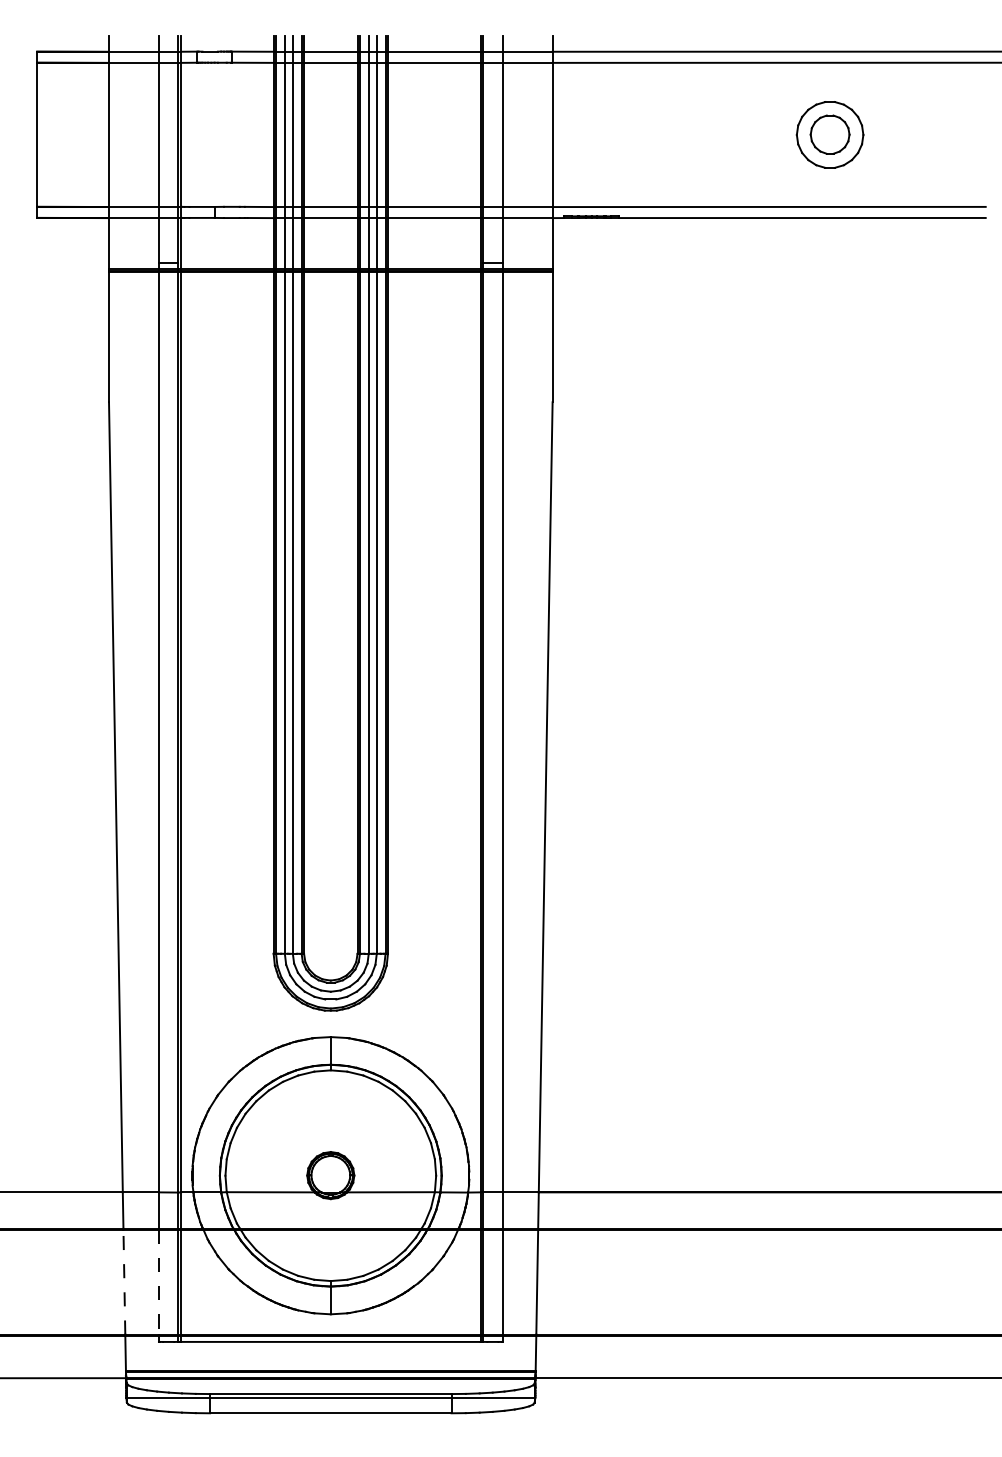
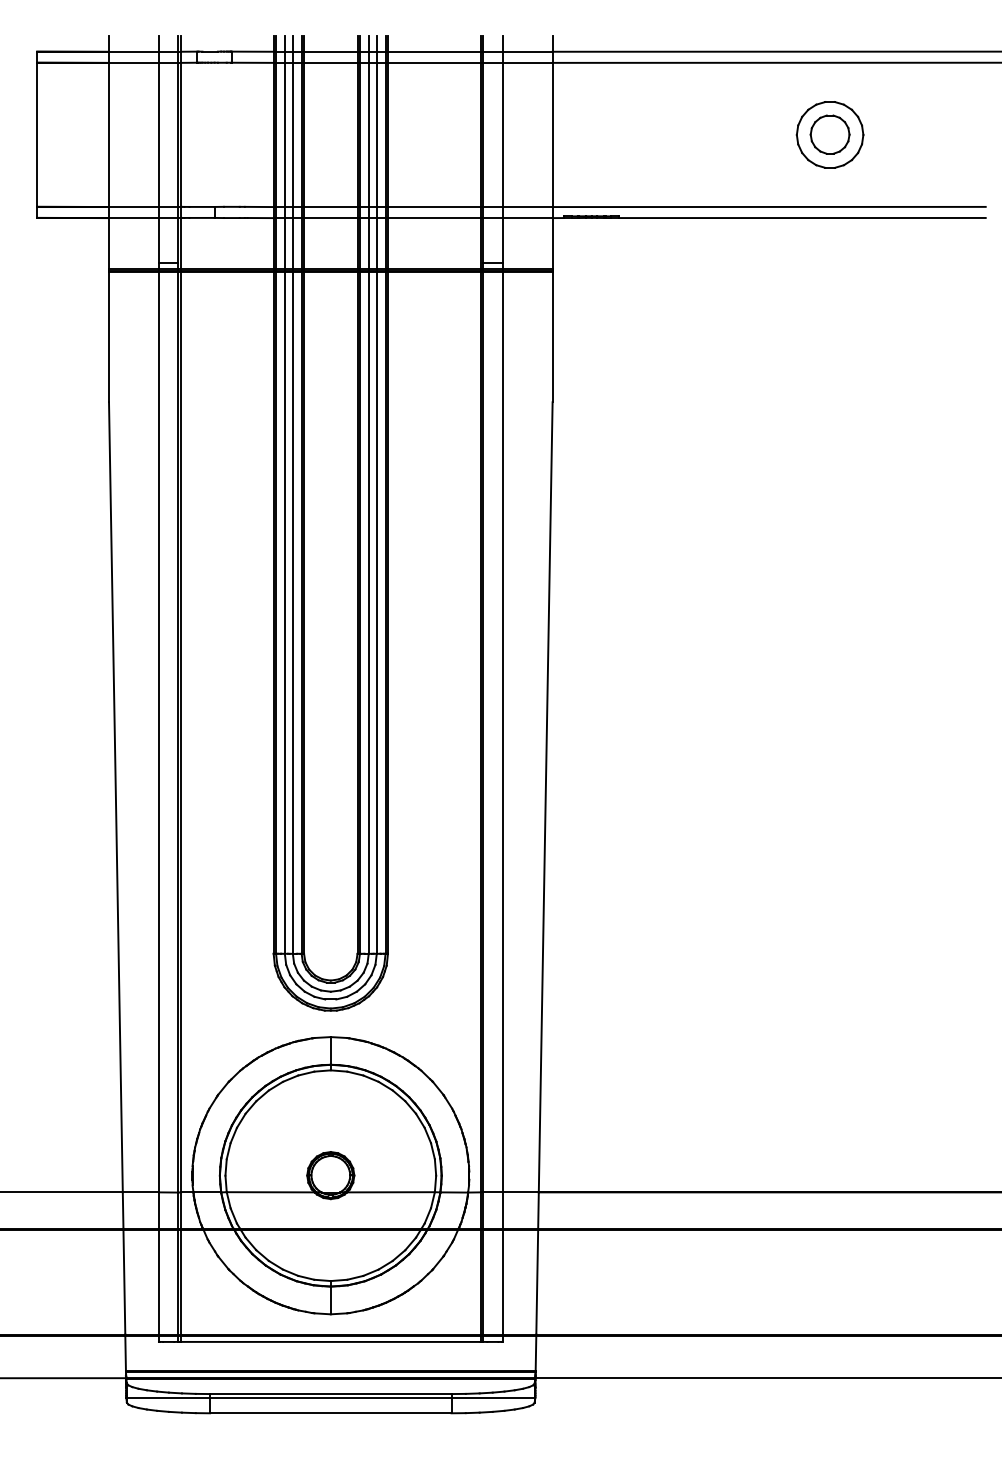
line at (124, 1281): dashed -> solid
line at (158, 1282): dashed -> solid
